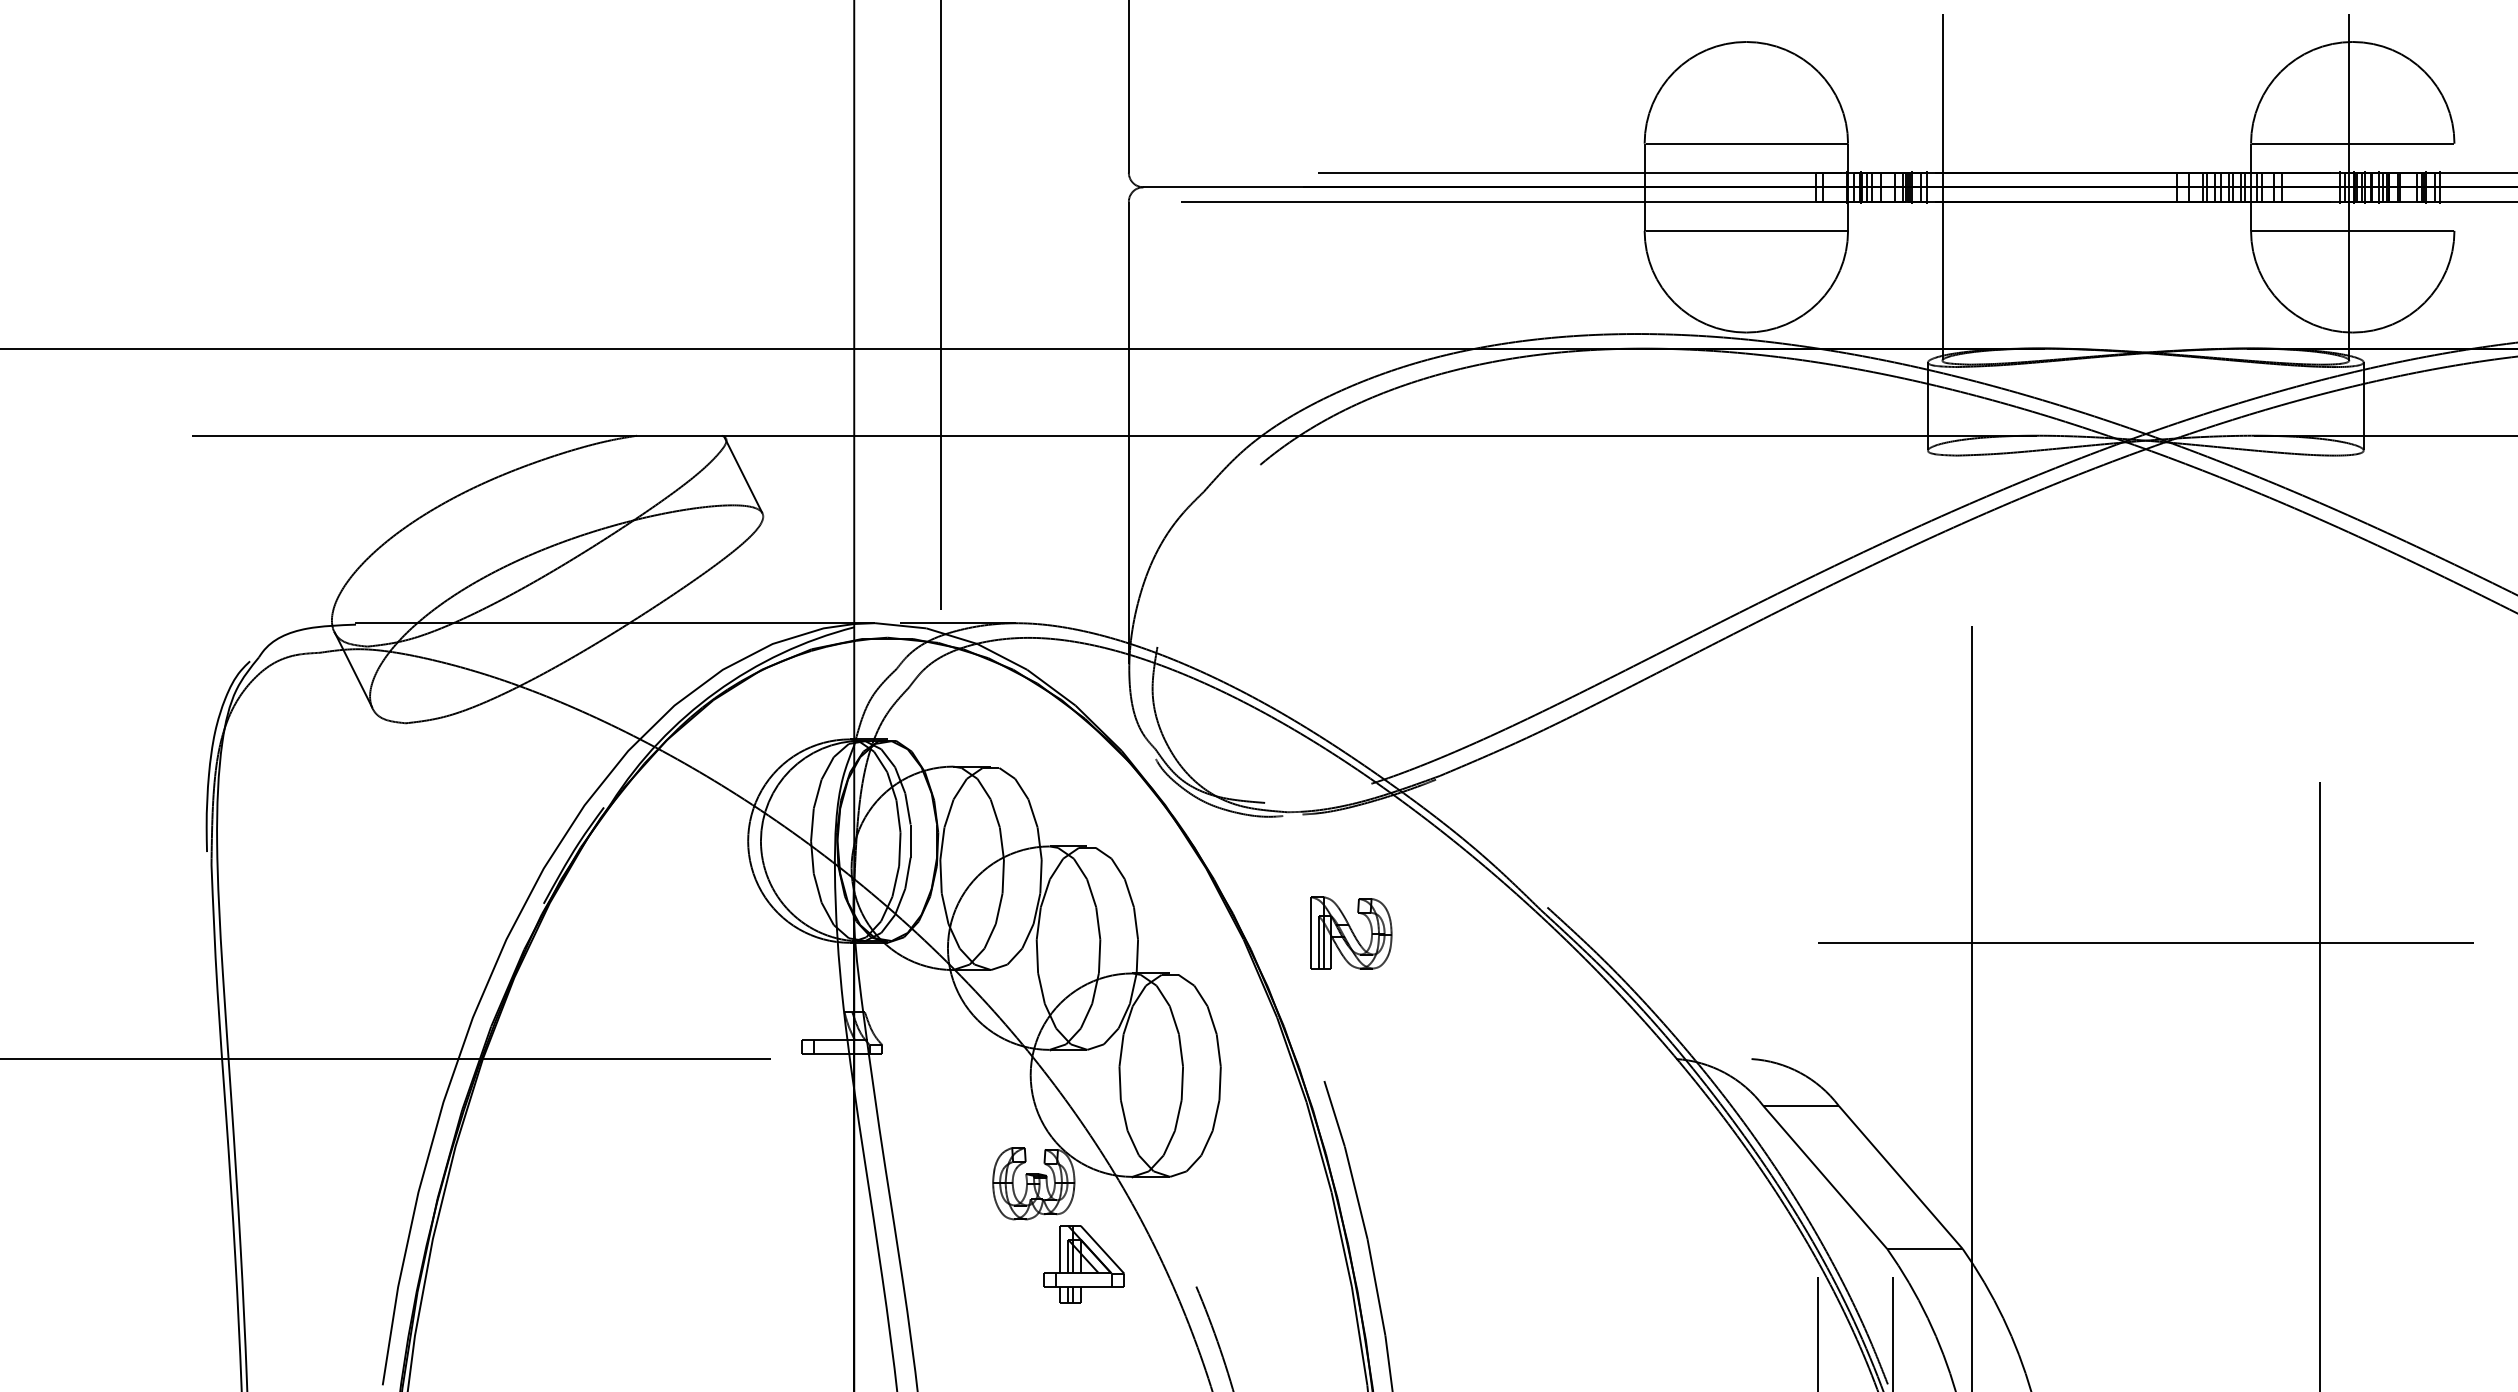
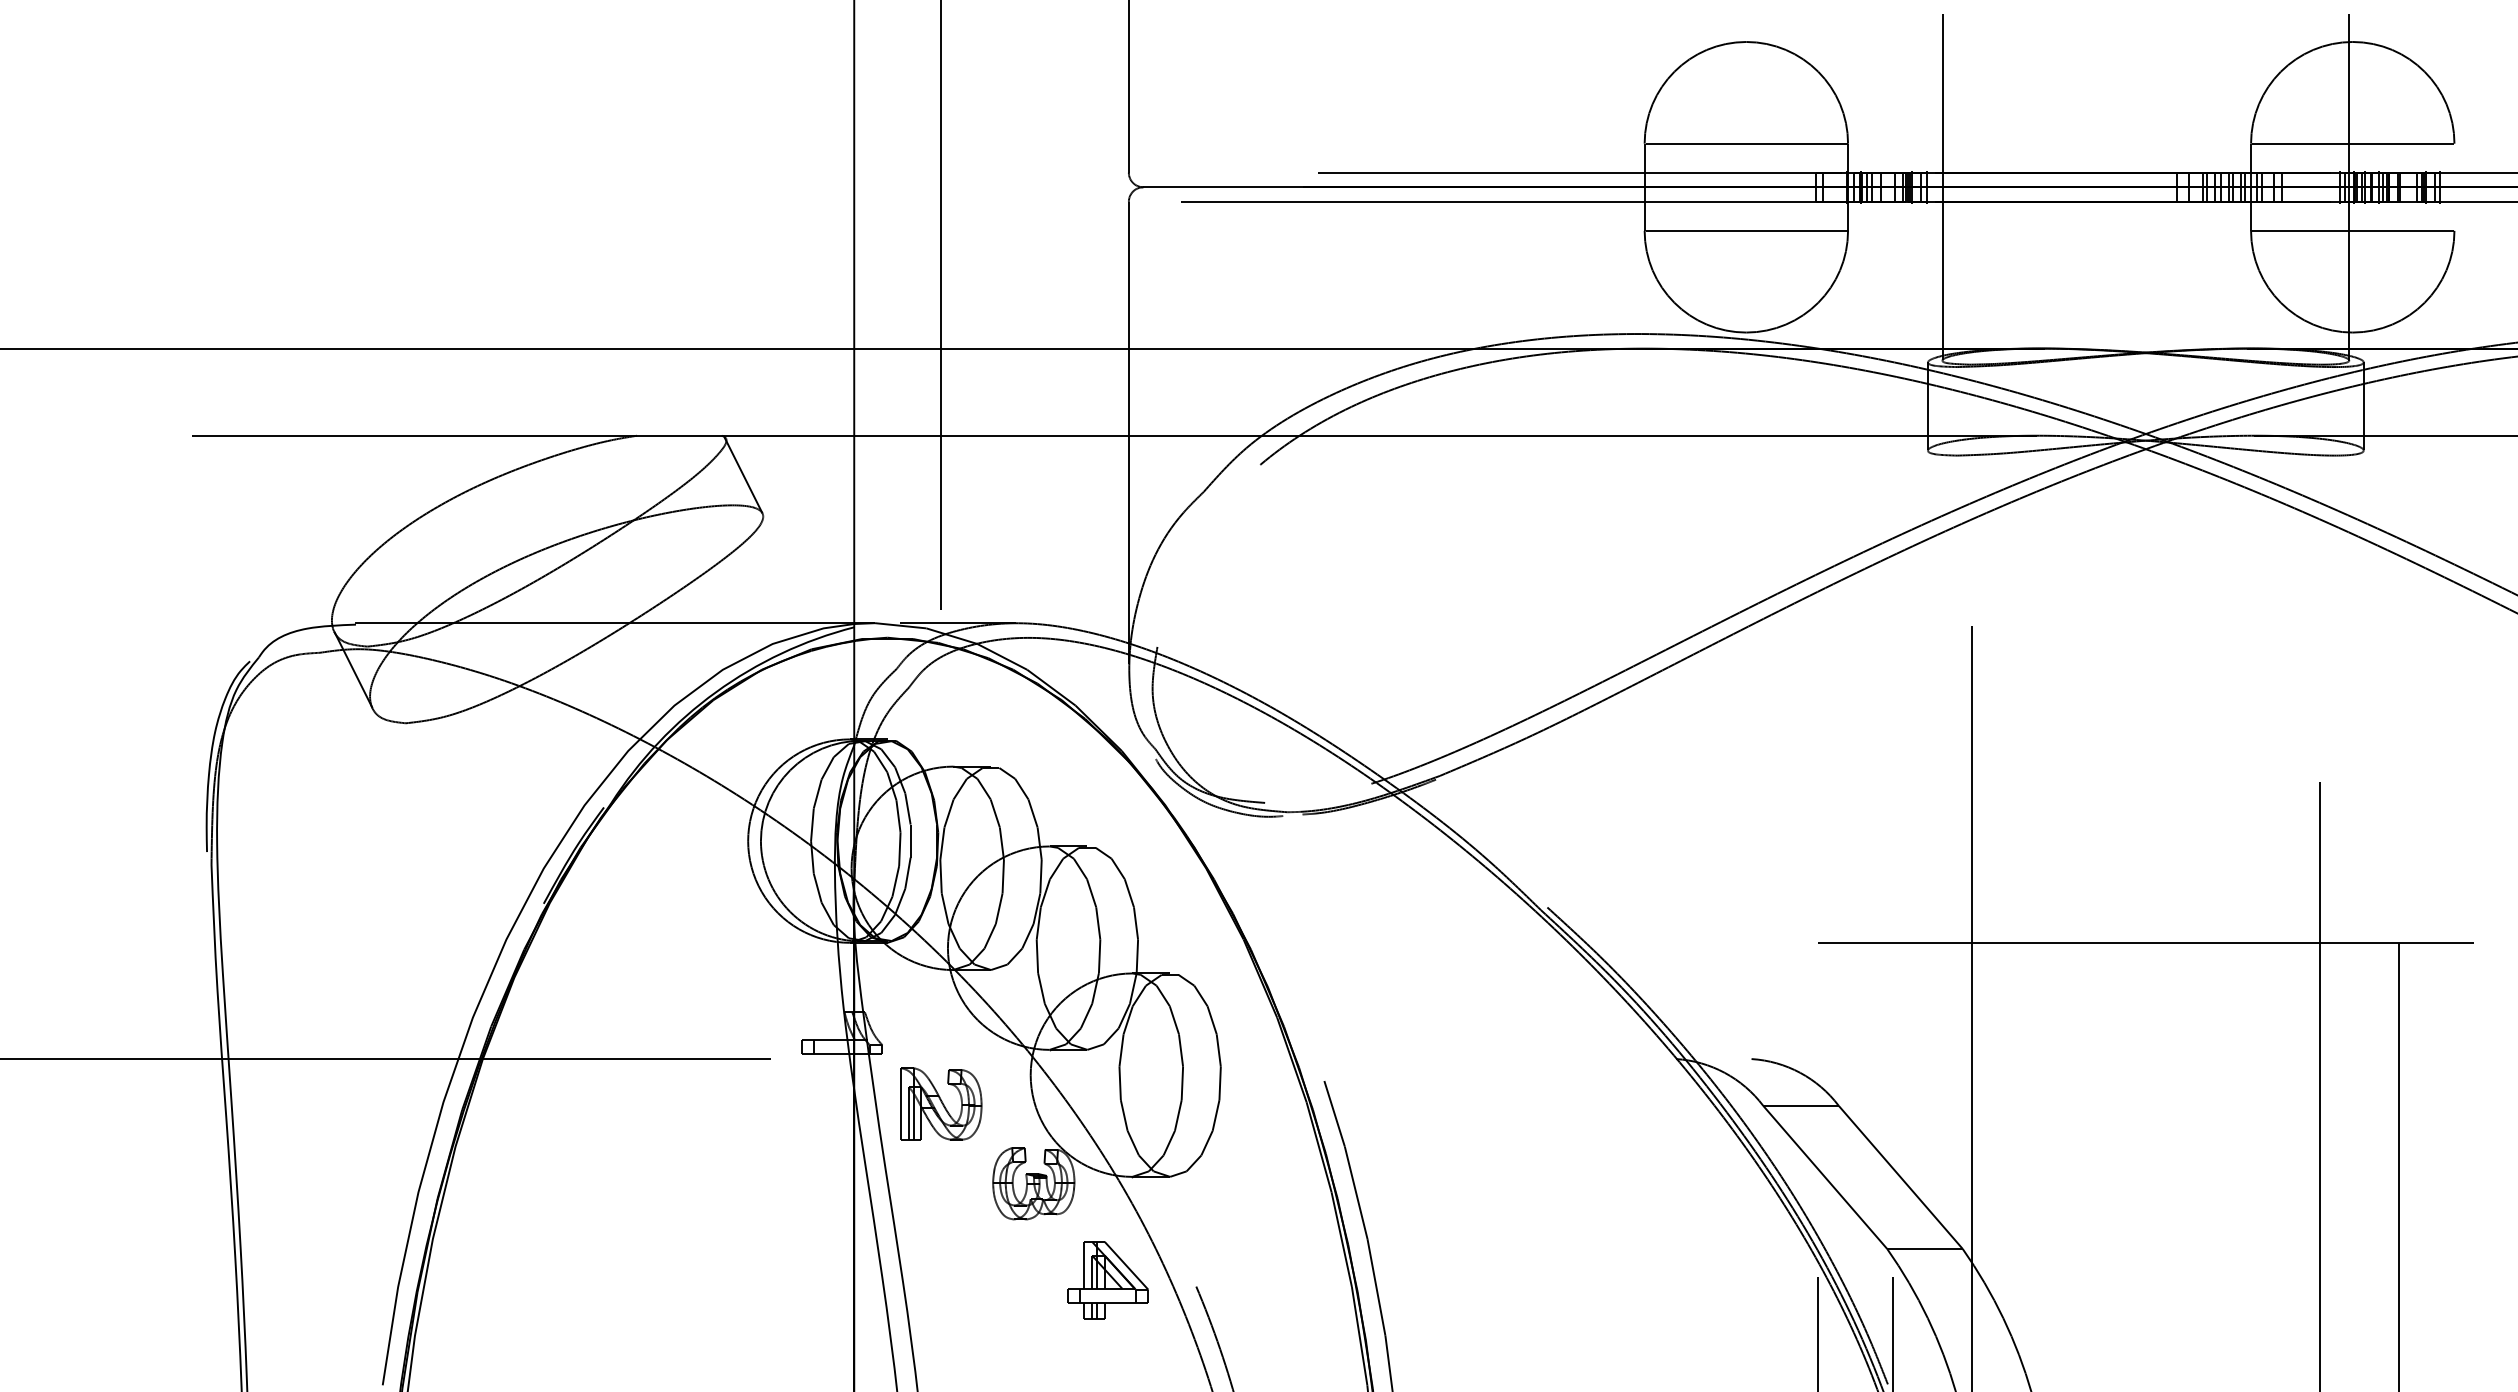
part at (1351, 932) position: (1351, 932) -> (941, 1103)
line at (2398, 1165): none -> present
part at (1083, 1264) position: (1083, 1264) -> (1107, 1280)
